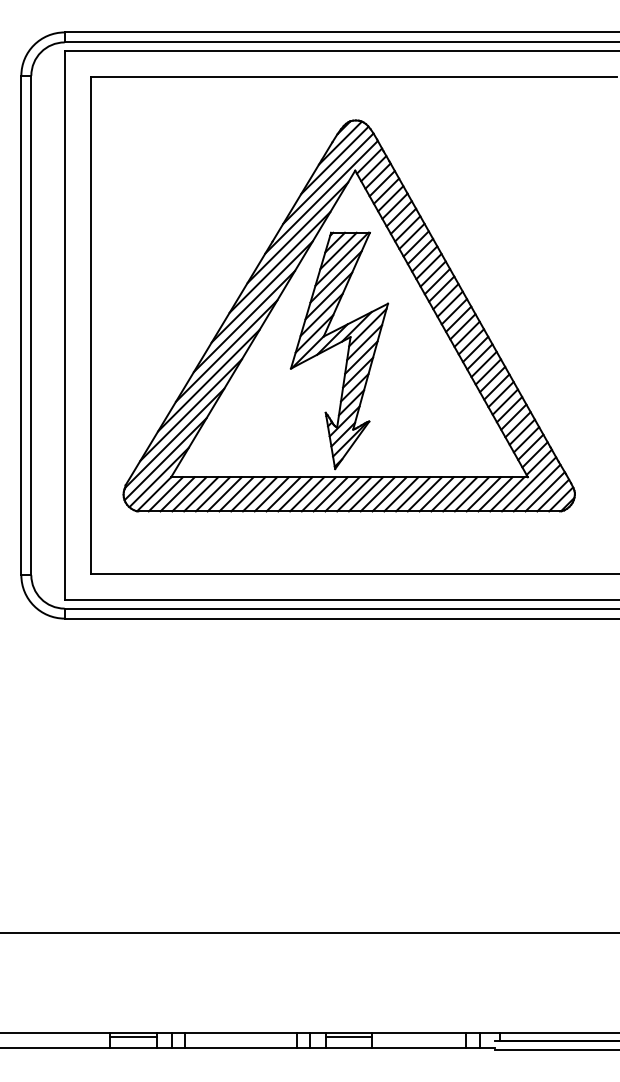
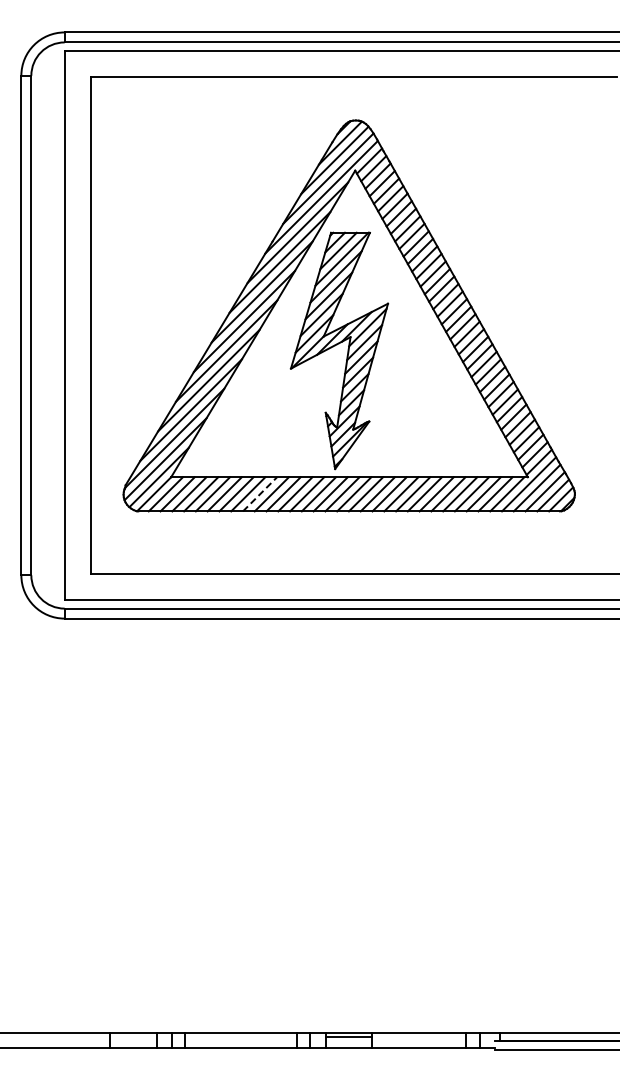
line at (260, 493): solid -> dashed
line at (309, 933): present -> none
line at (132, 1037): present -> none
